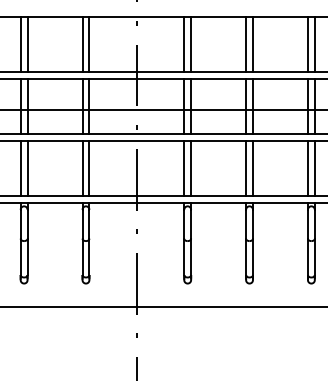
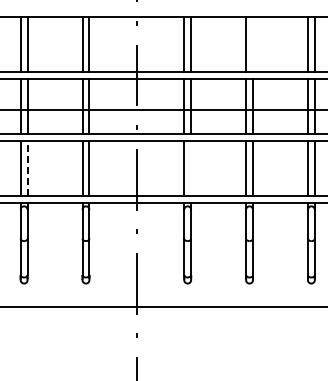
line at (252, 44): present -> none
line at (27, 168): solid -> dashed
line at (191, 168): present -> none
